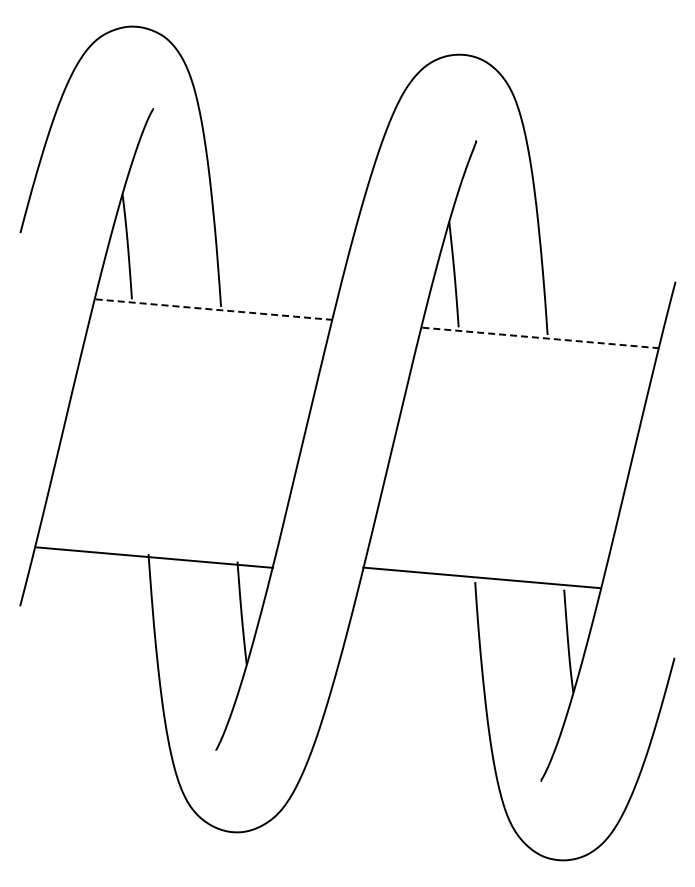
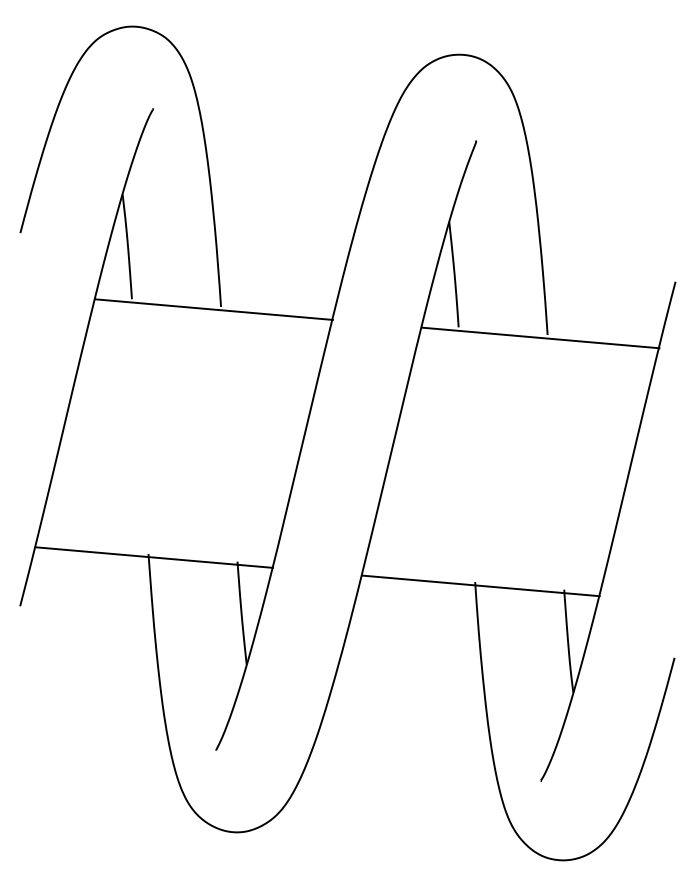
line at (213, 309): dashed -> solid
line at (540, 337): dashed -> solid
line at (481, 577) position: (481, 577) -> (480, 585)
